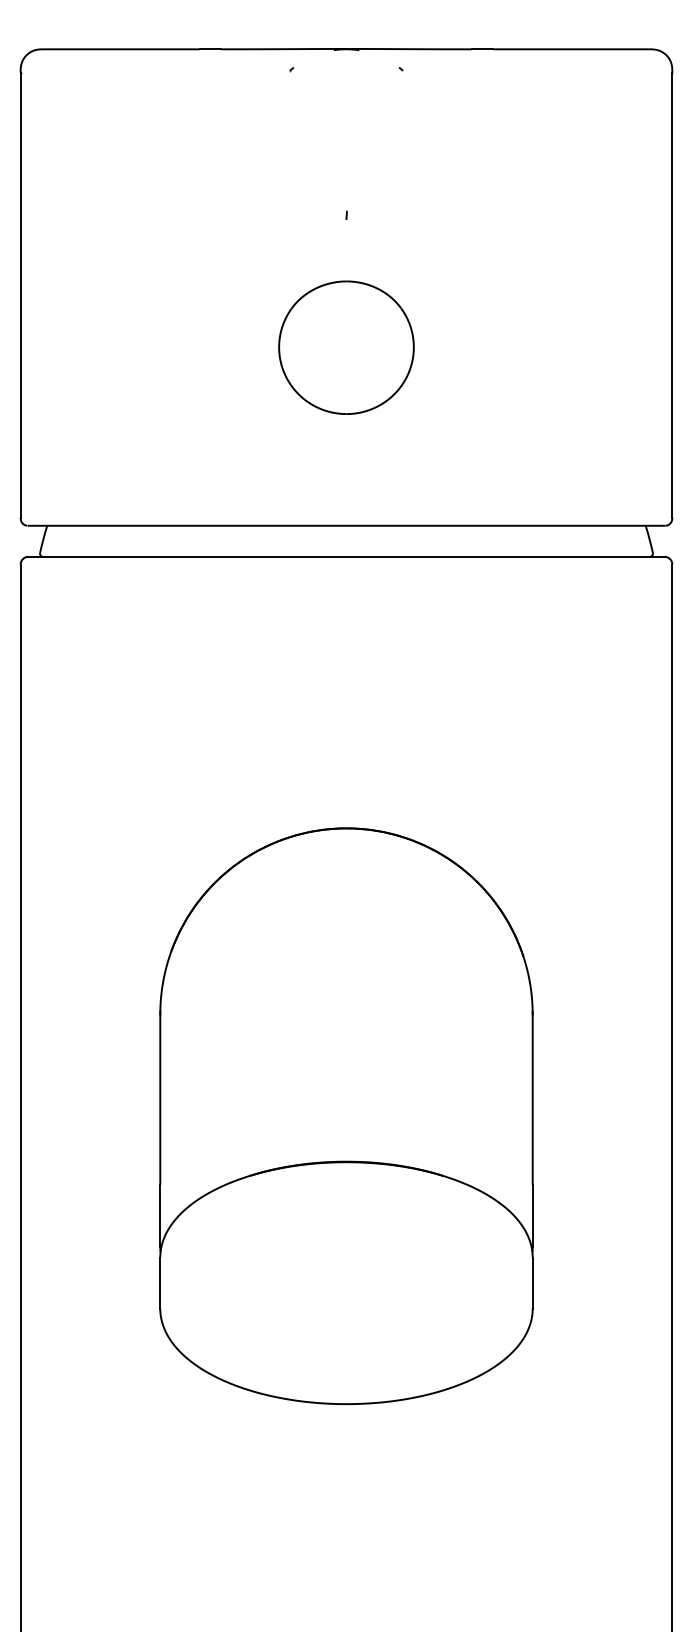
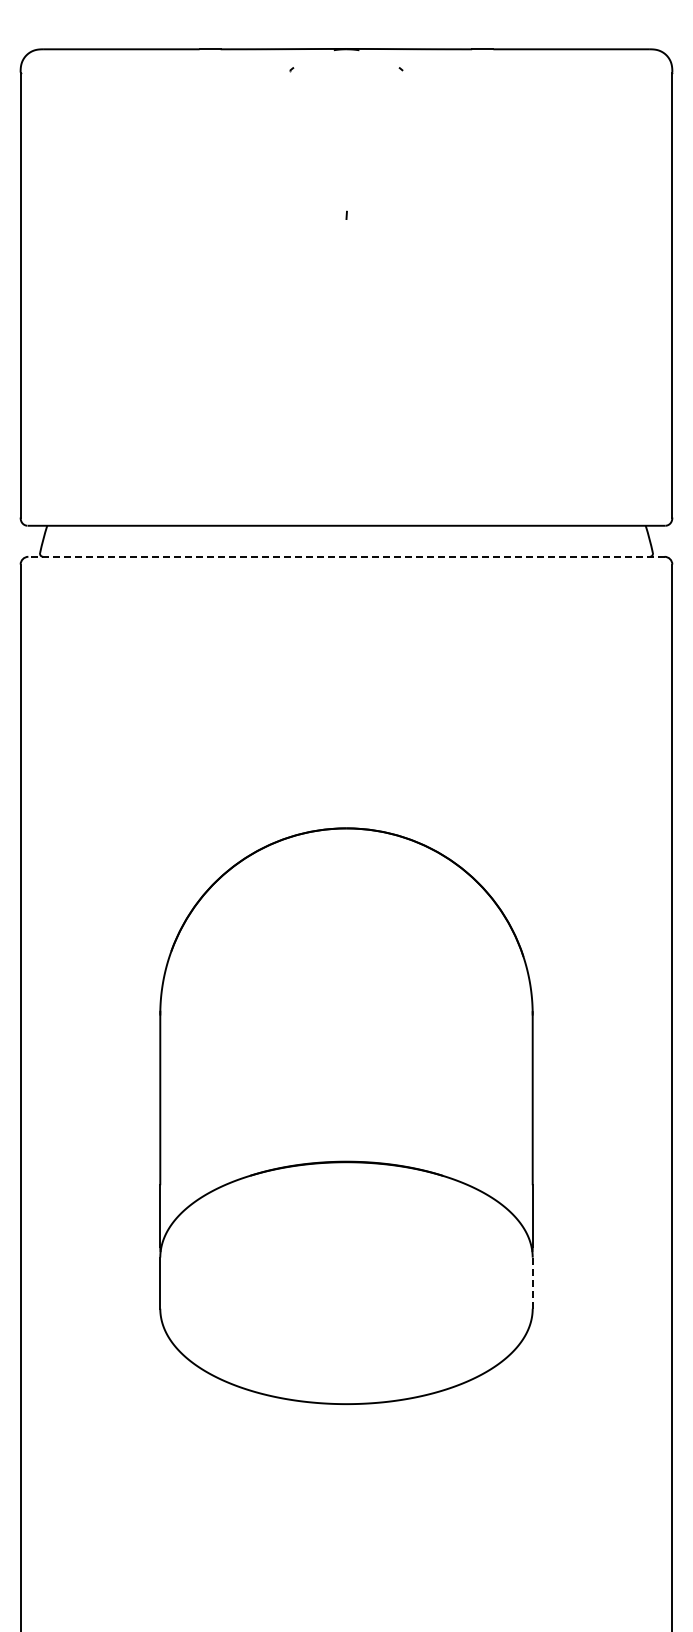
part at (346, 347): present -> none
line at (346, 556): solid -> dashed
line at (532, 1283): solid -> dashed
